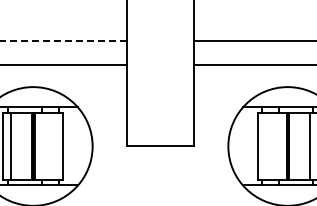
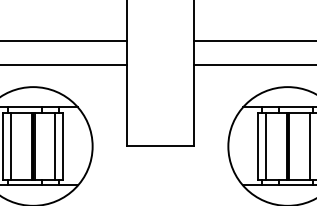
line at (63, 41): dashed -> solid
line at (55, 146): none -> present
line at (265, 146): none -> present
